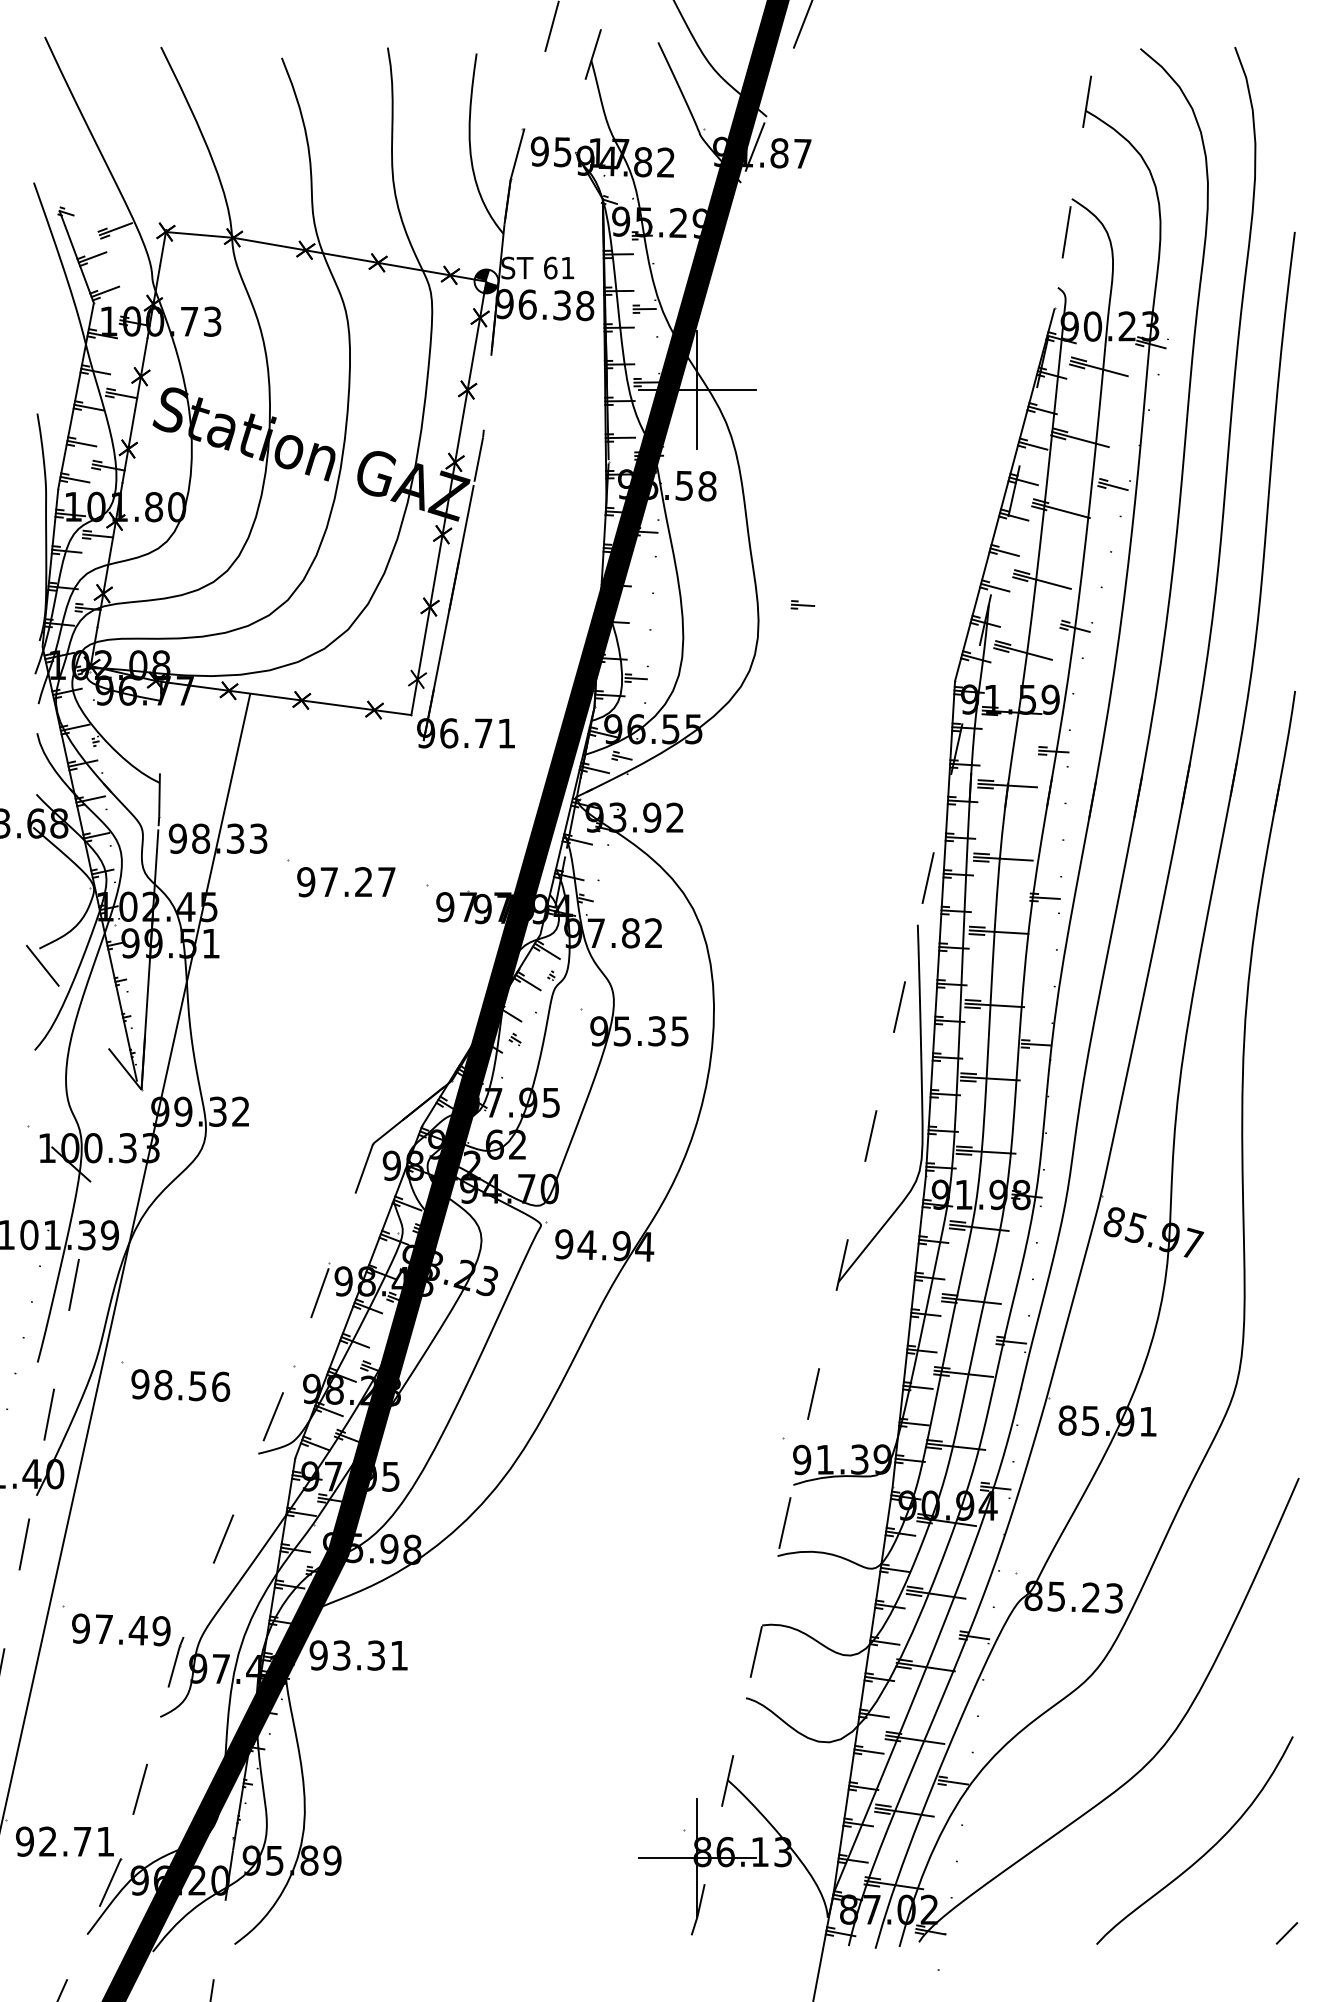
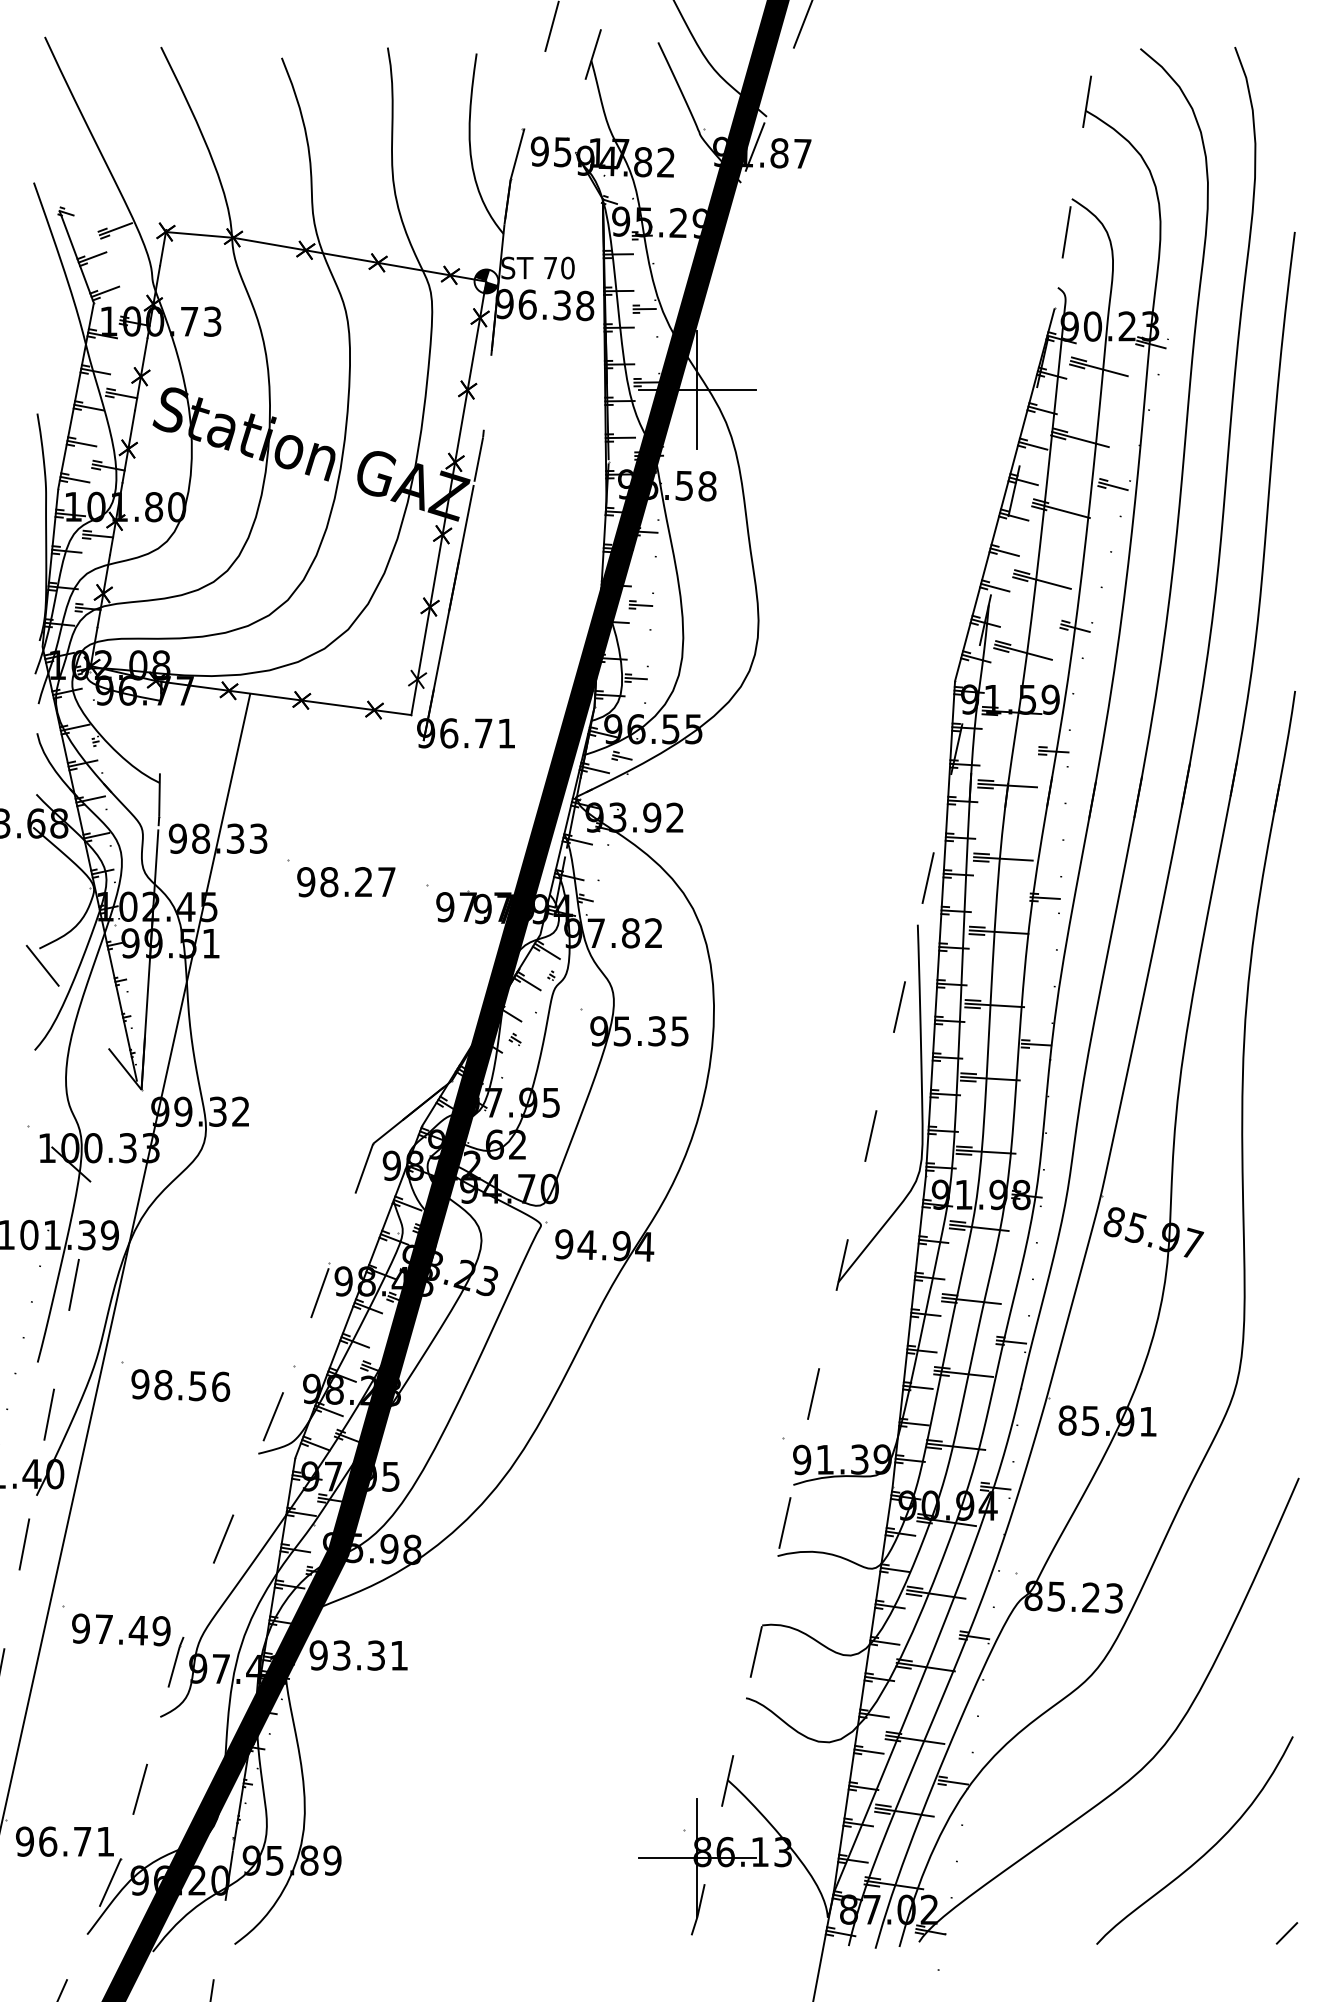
text at (559, 267): 61 -> 70
part at (802, 604) position: (802, 604) -> (640, 604)
text at (329, 882): 97.27 -> 98.27
text at (48, 1841): 92.71 -> 96.71
